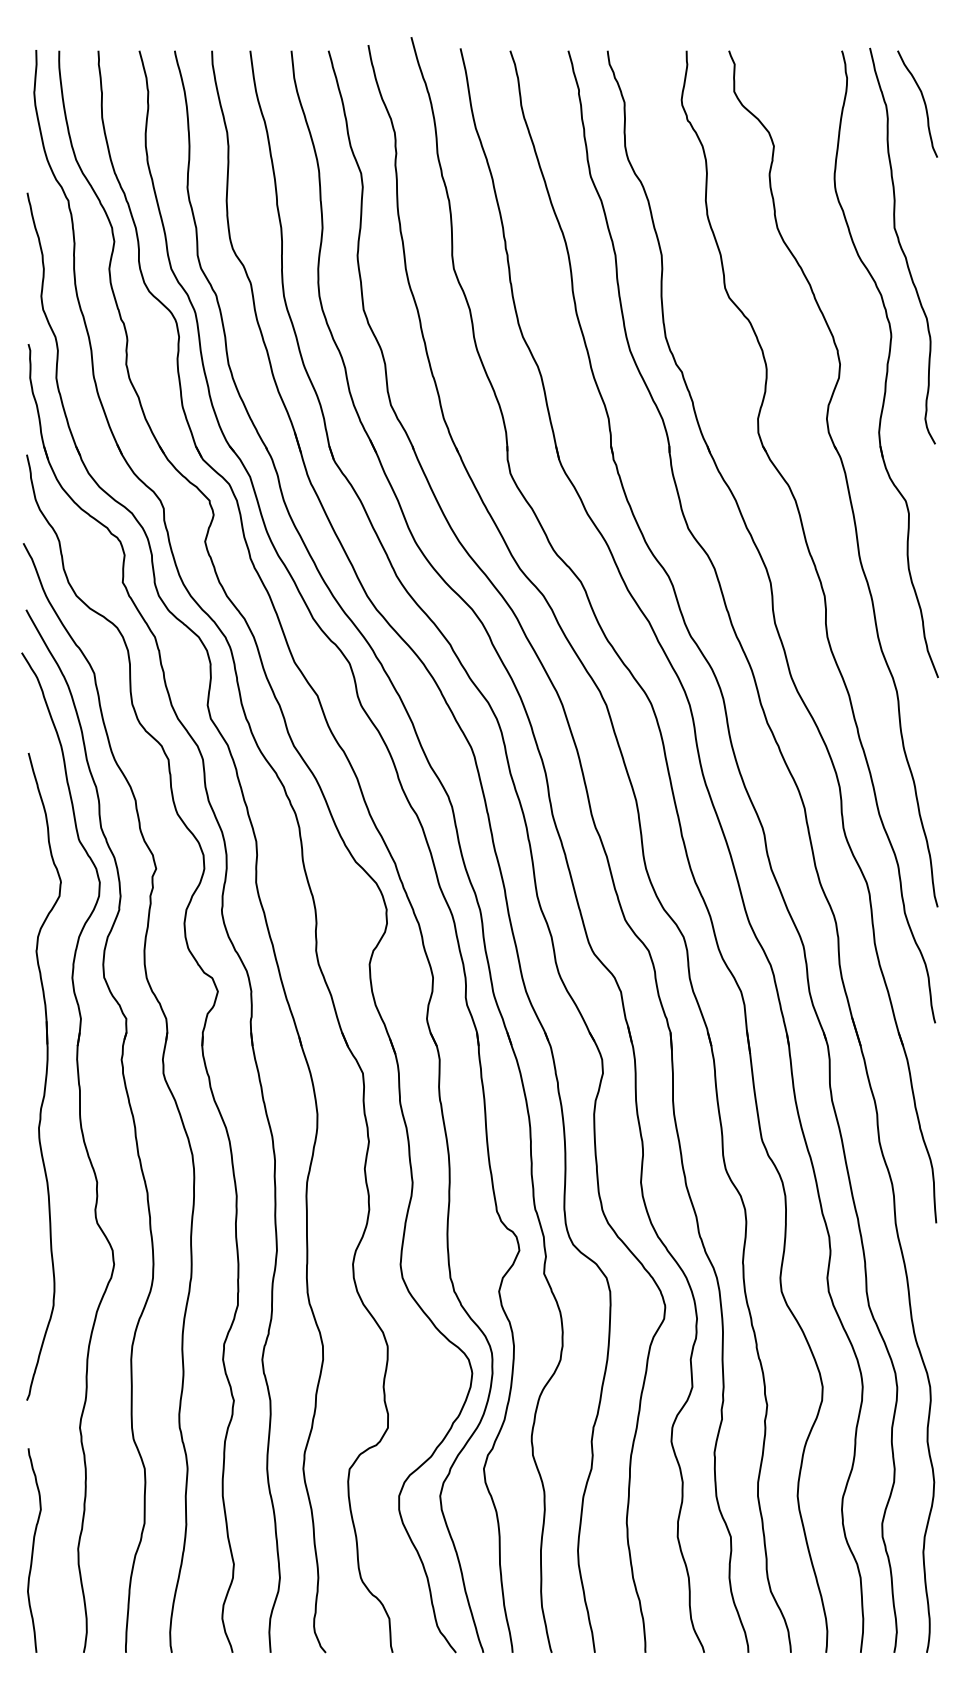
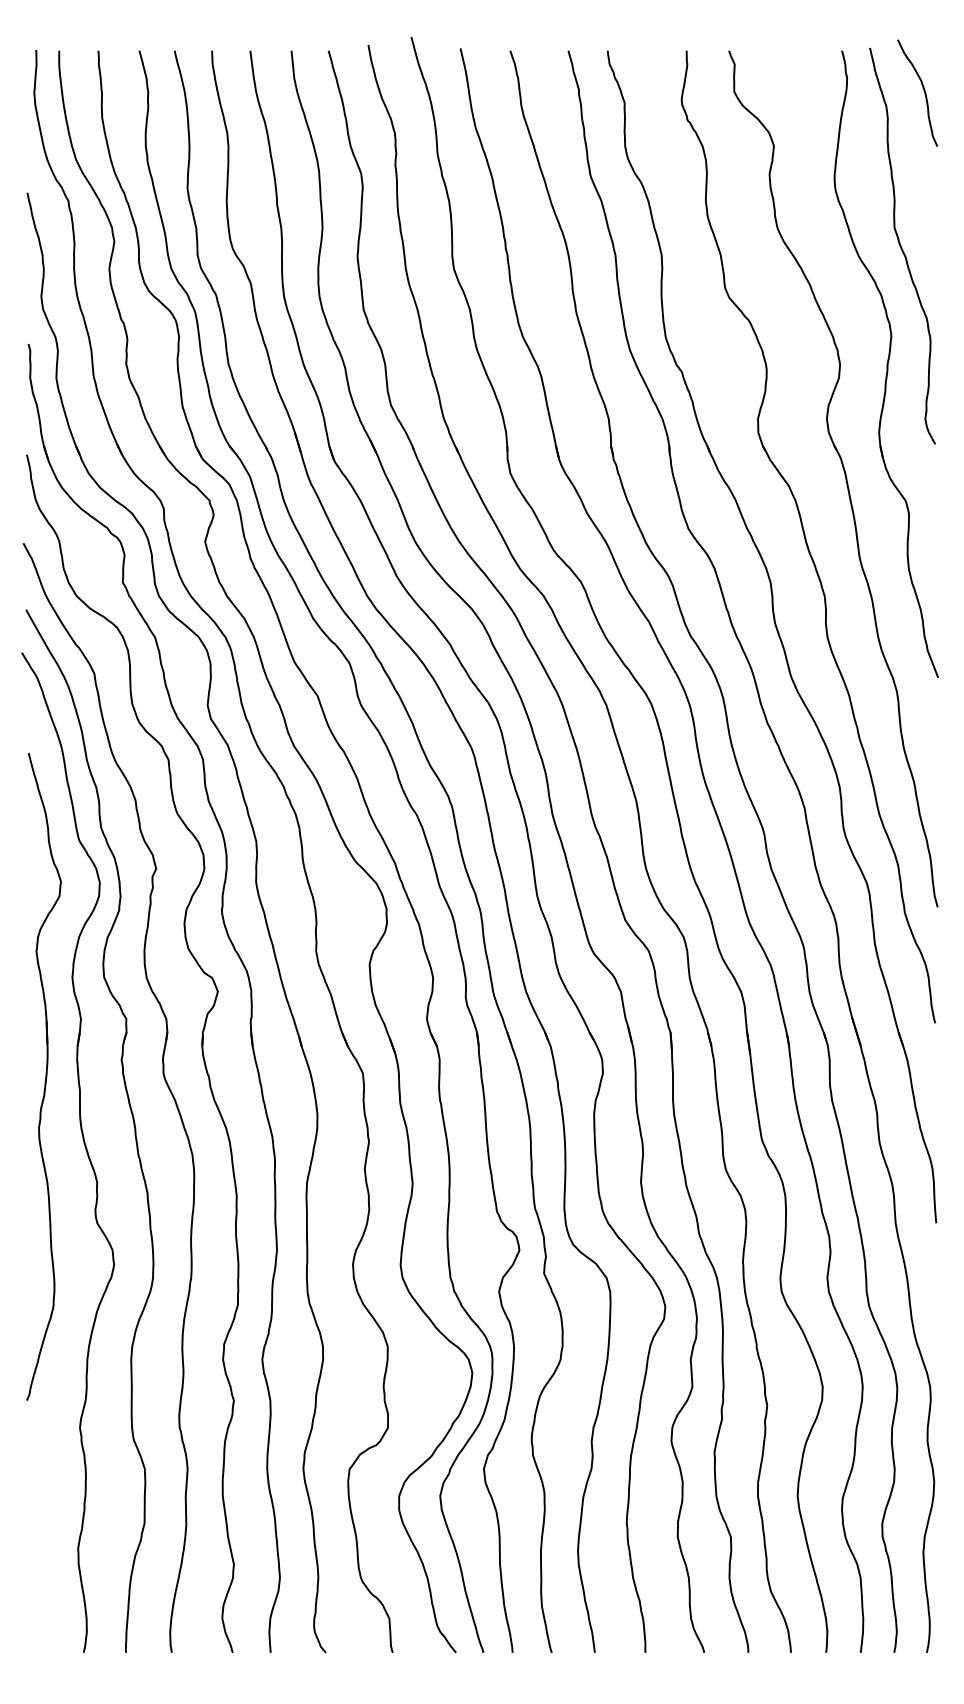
curve at (923, 102) position: (923, 102) -> (923, 91)
curve at (33, 1550): present -> none
